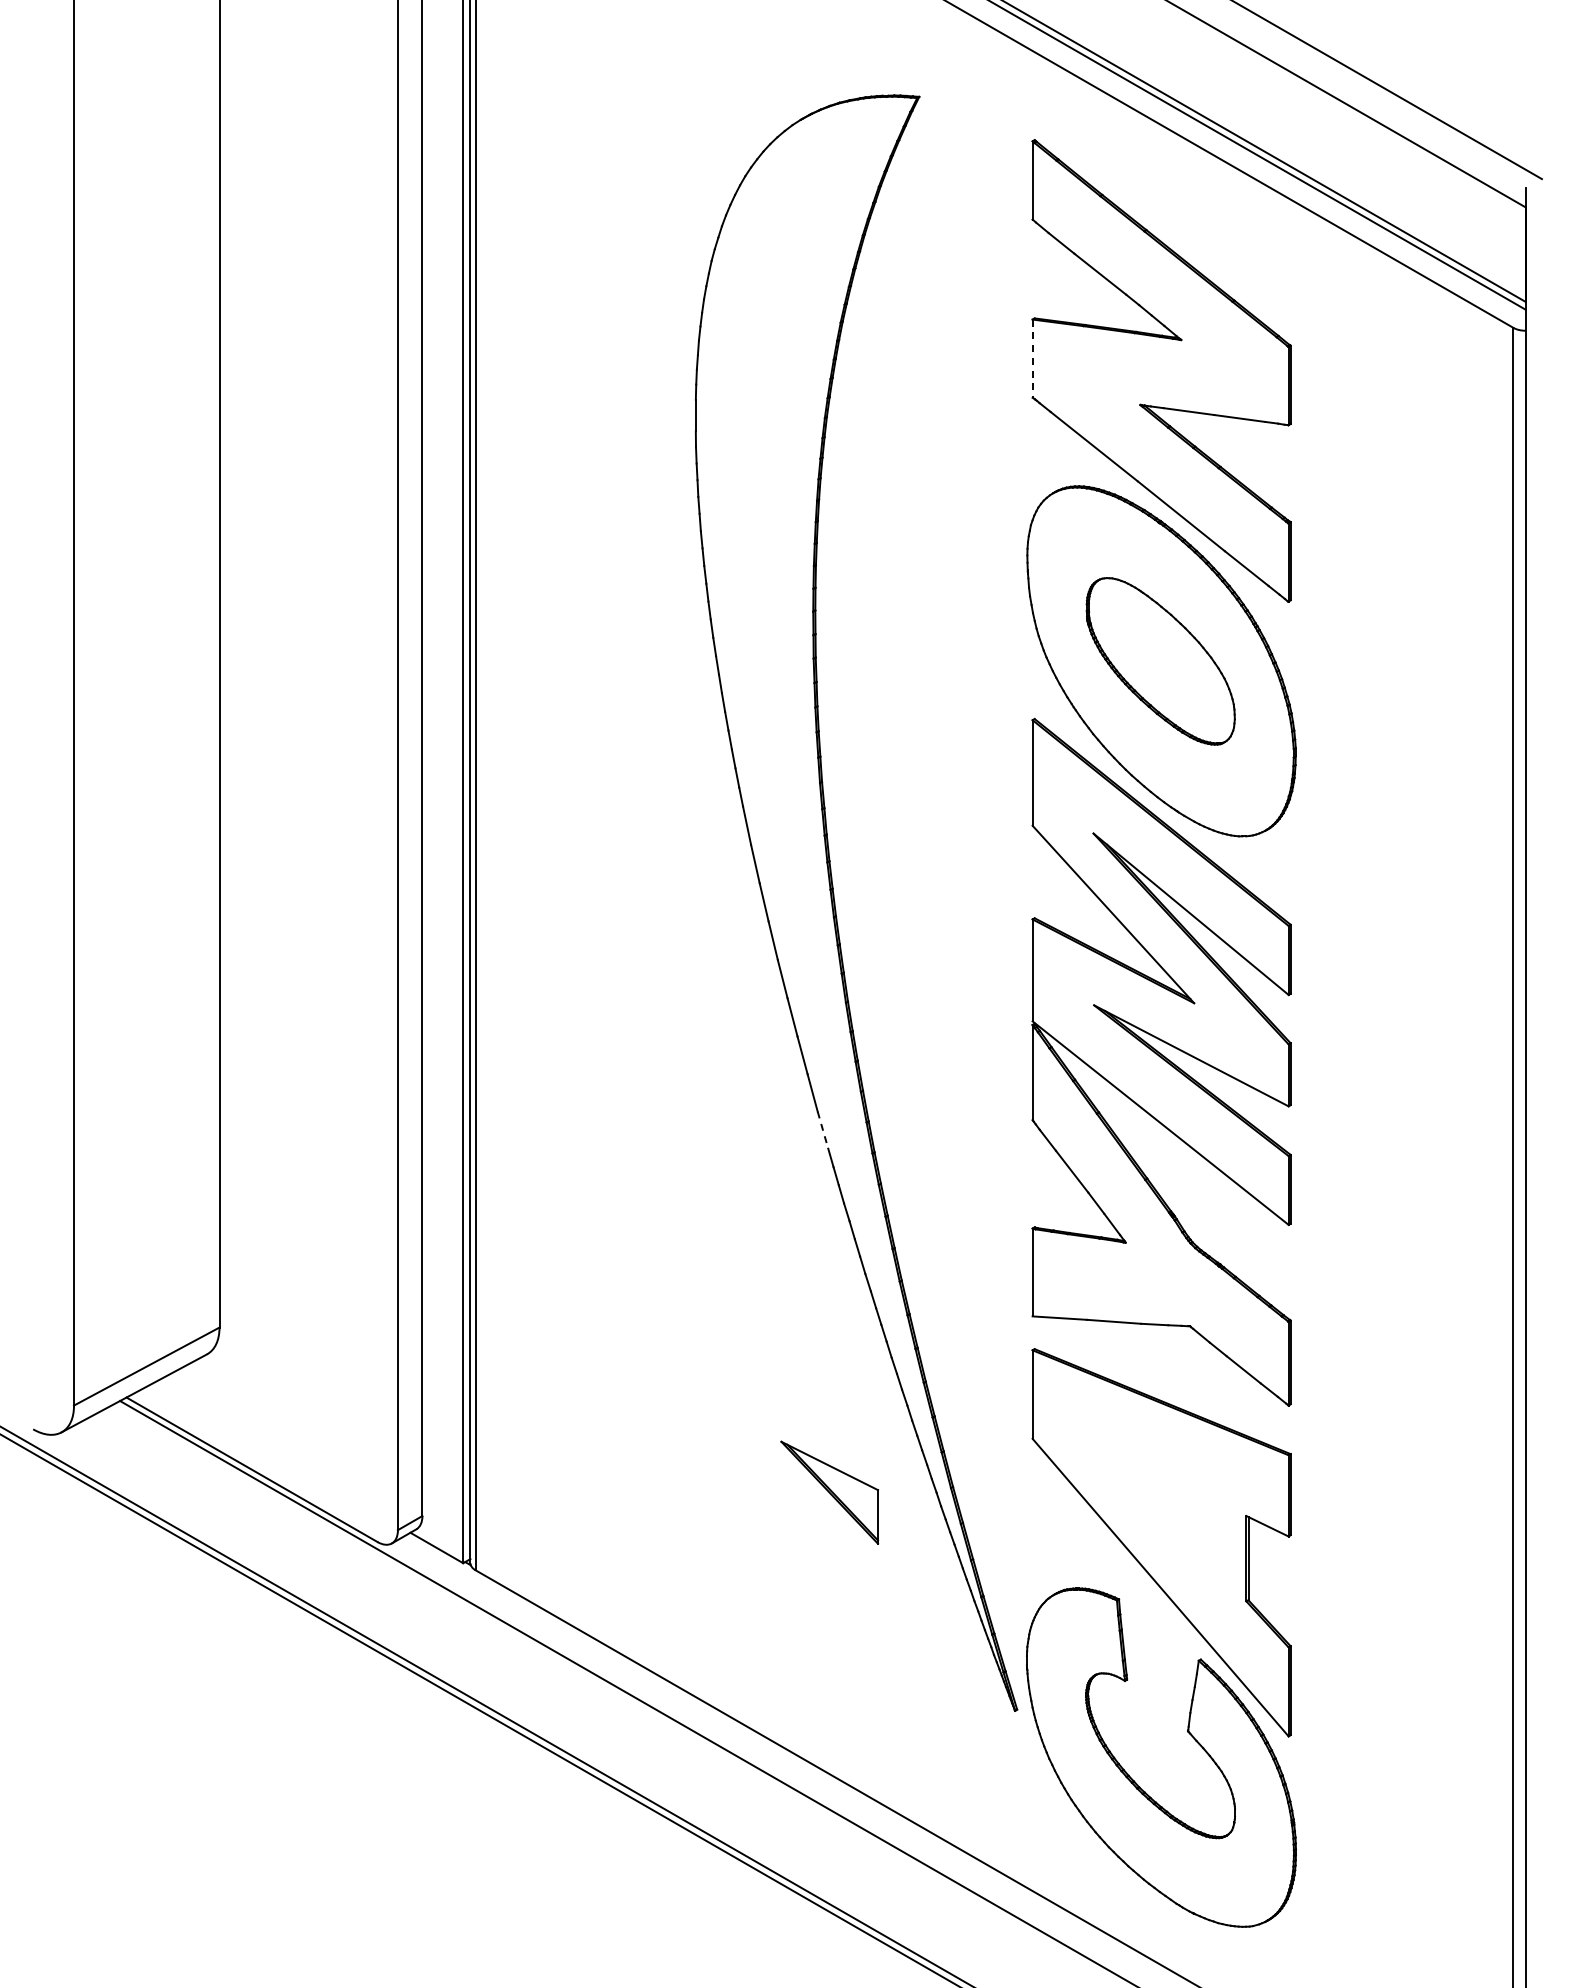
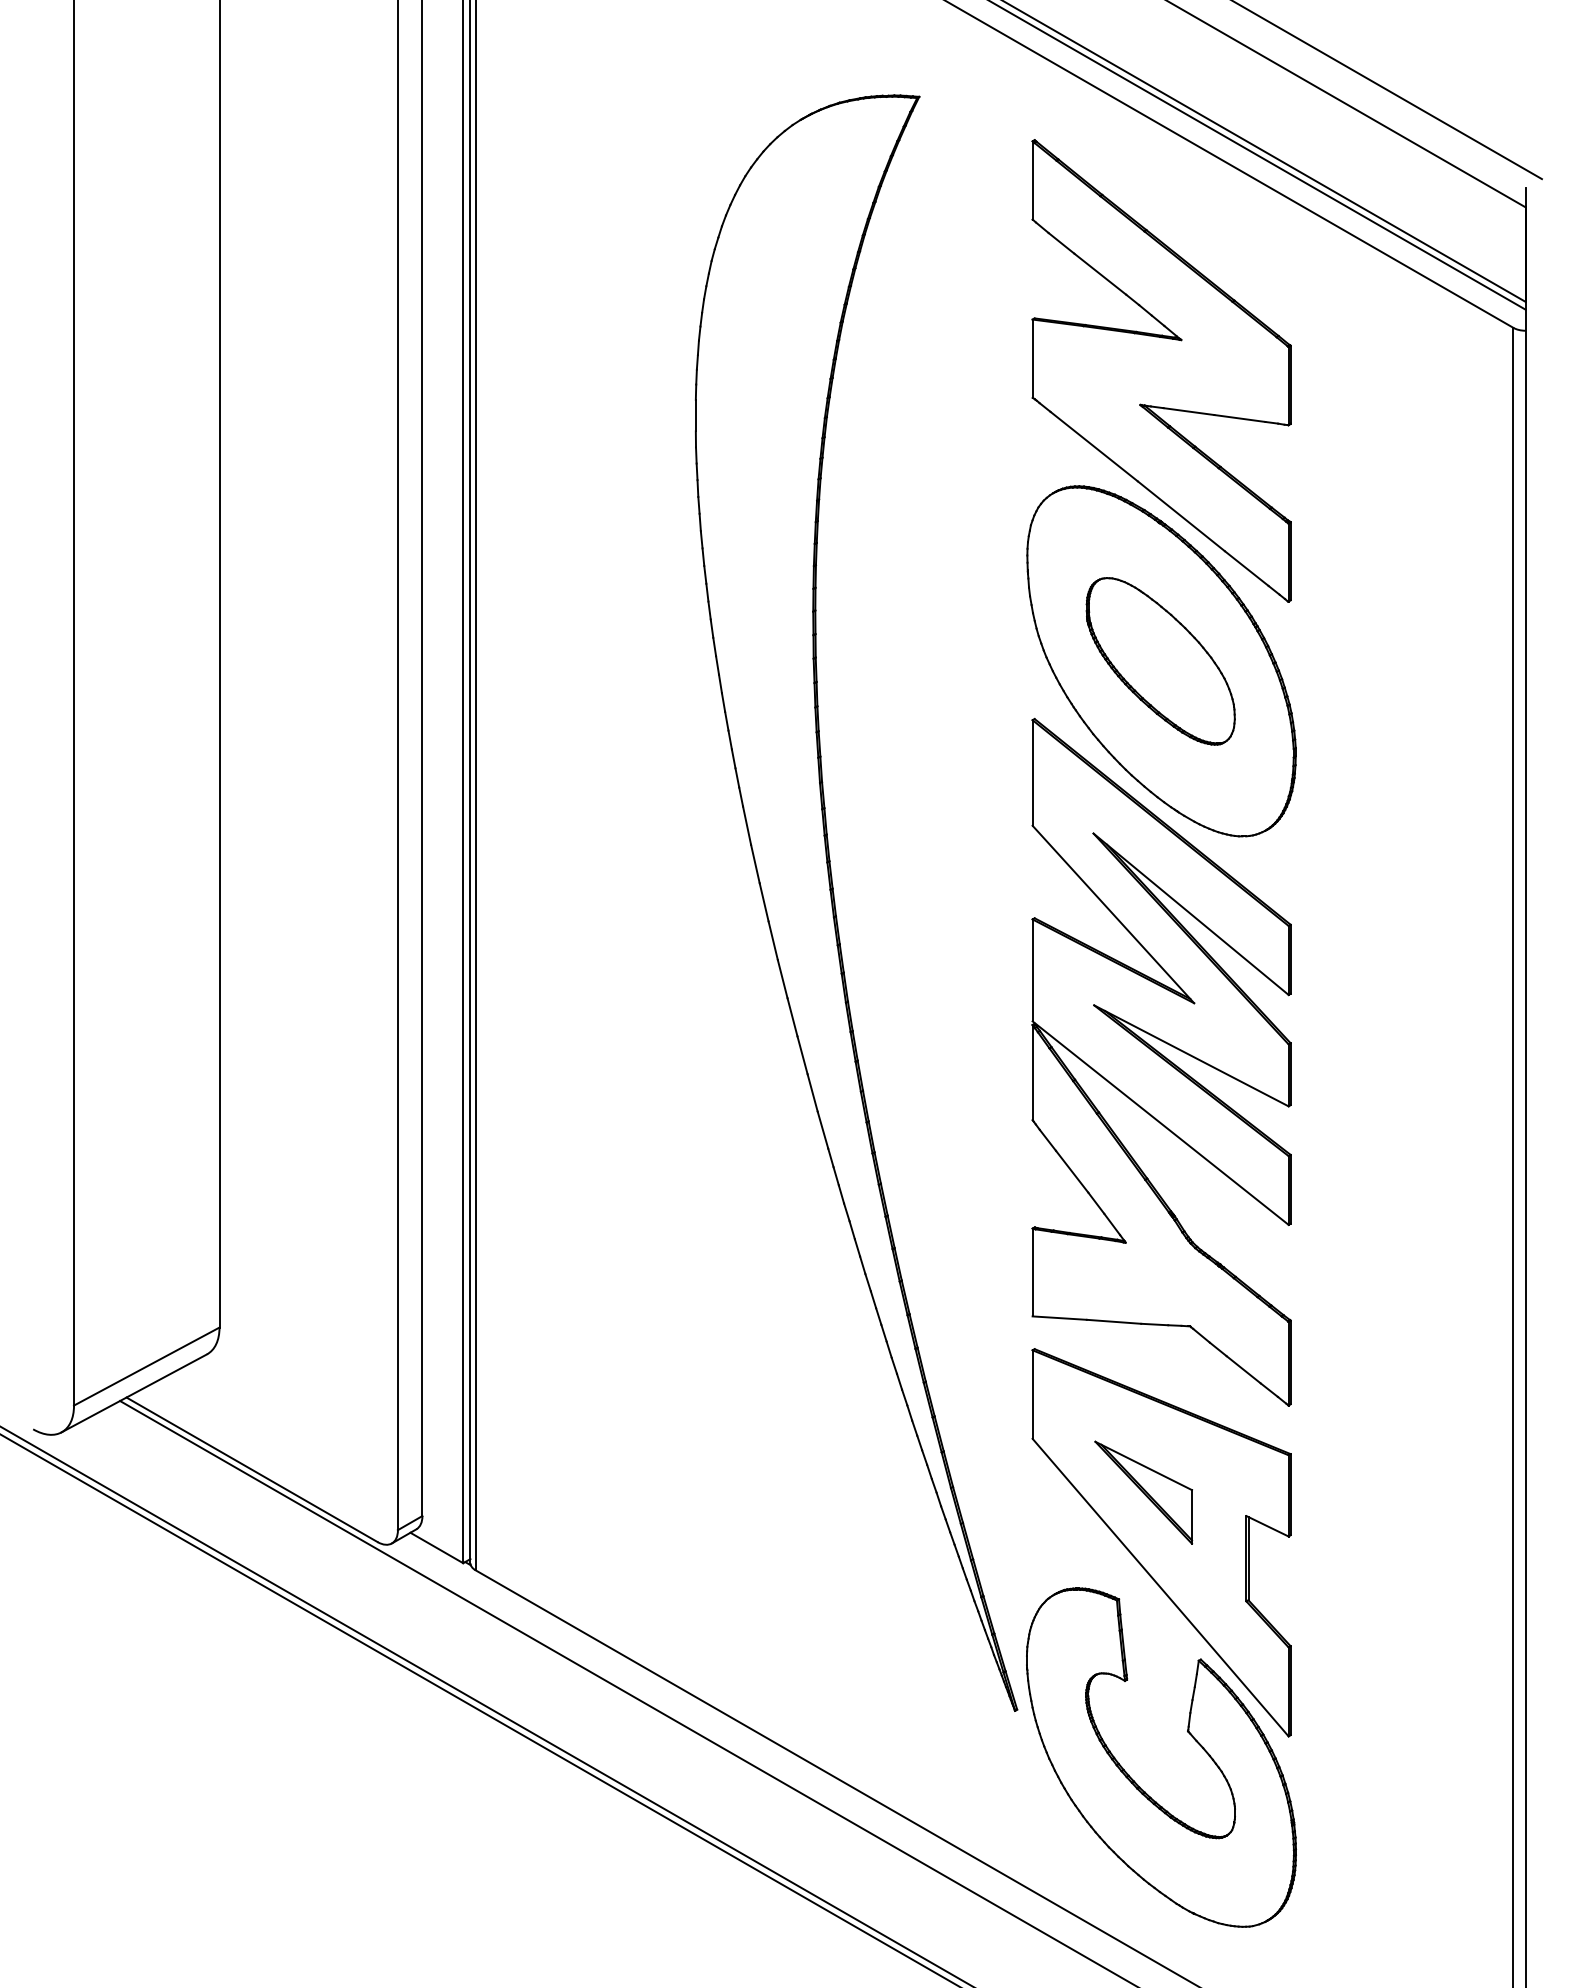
line at (1032, 359): dashed -> solid
line at (823, 1130): dashed -> solid
part at (829, 1492) position: (829, 1492) -> (1143, 1492)
